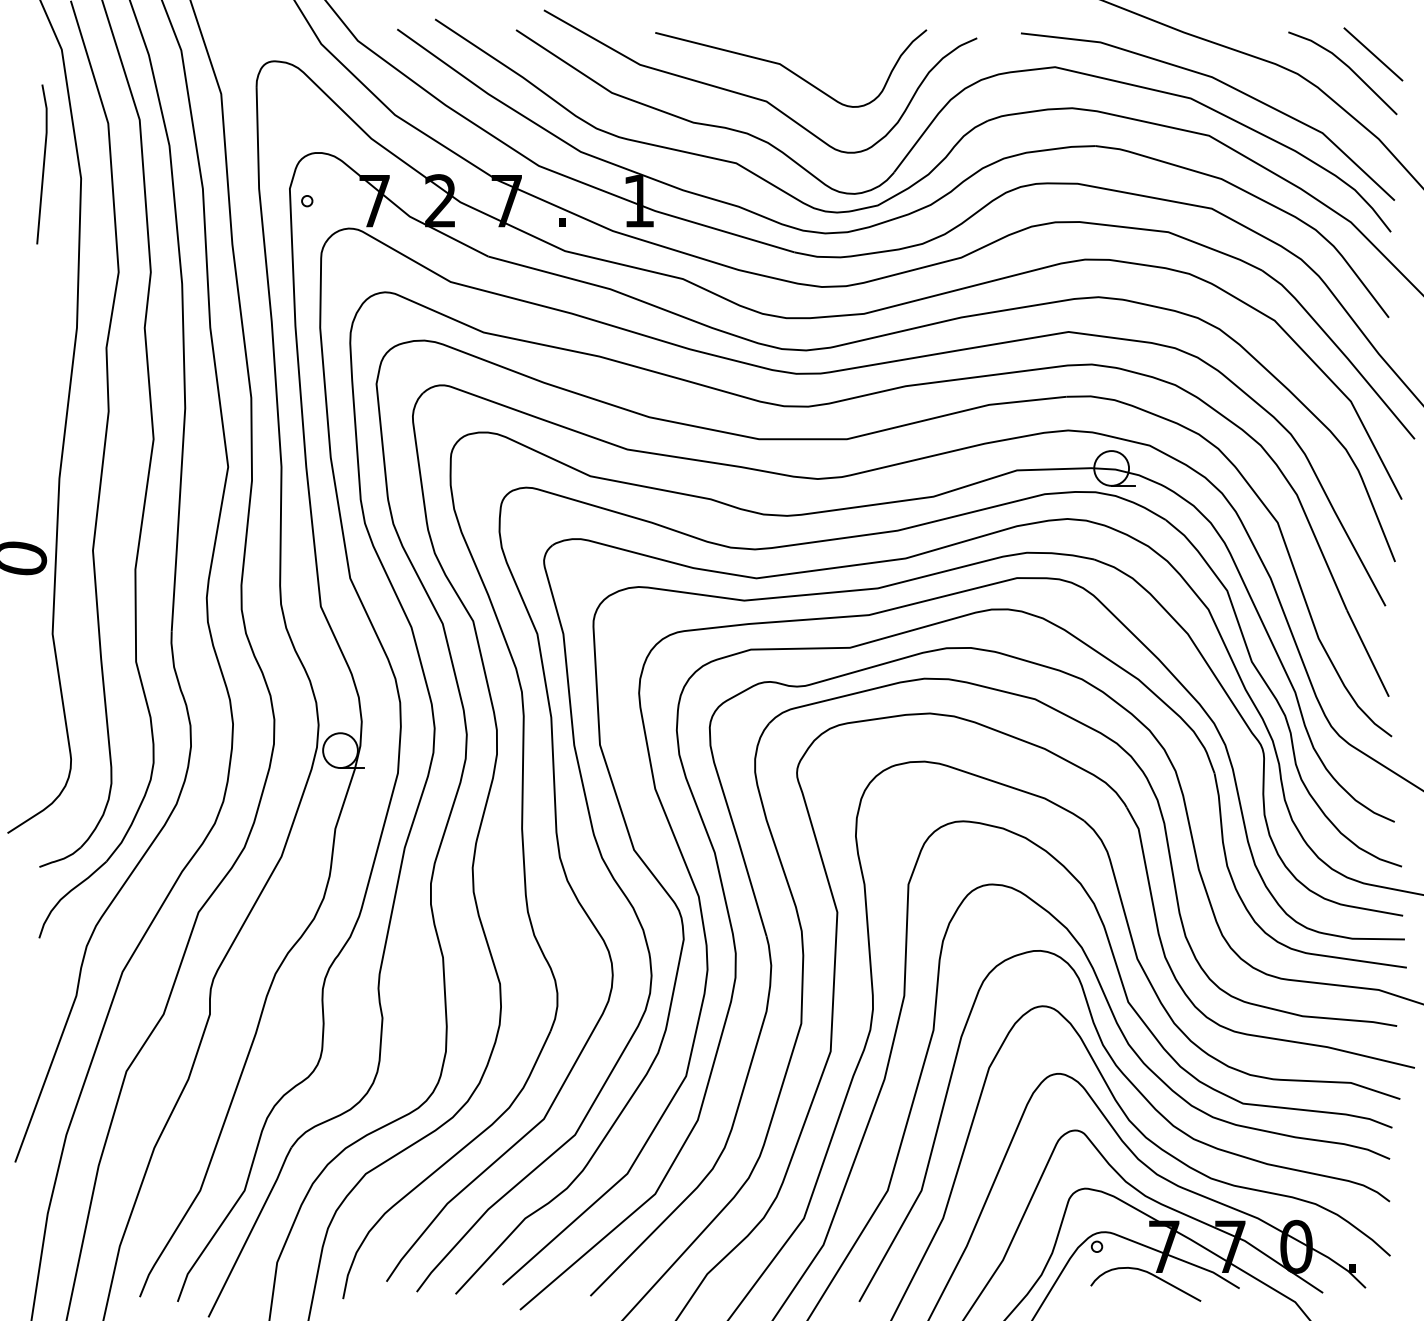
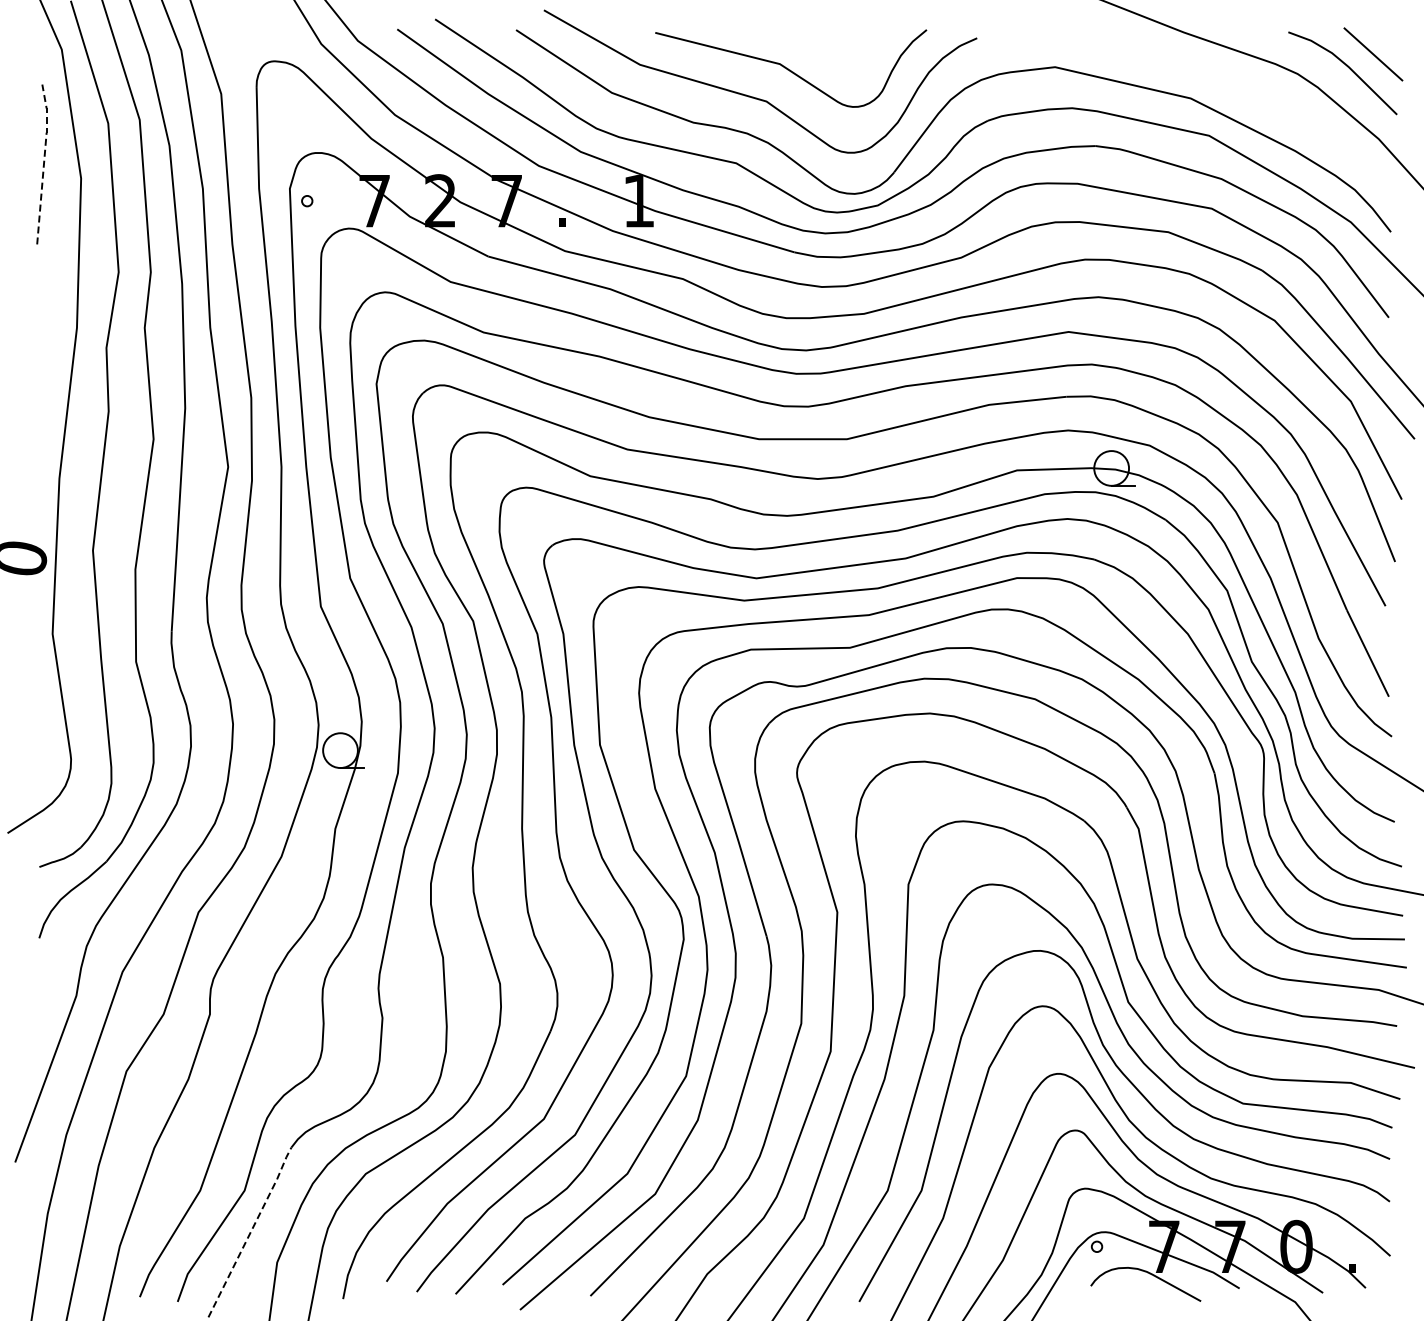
line at (1224, 84): present -> none
line at (44, 162): solid -> dashed
line at (251, 1231): solid -> dashed
